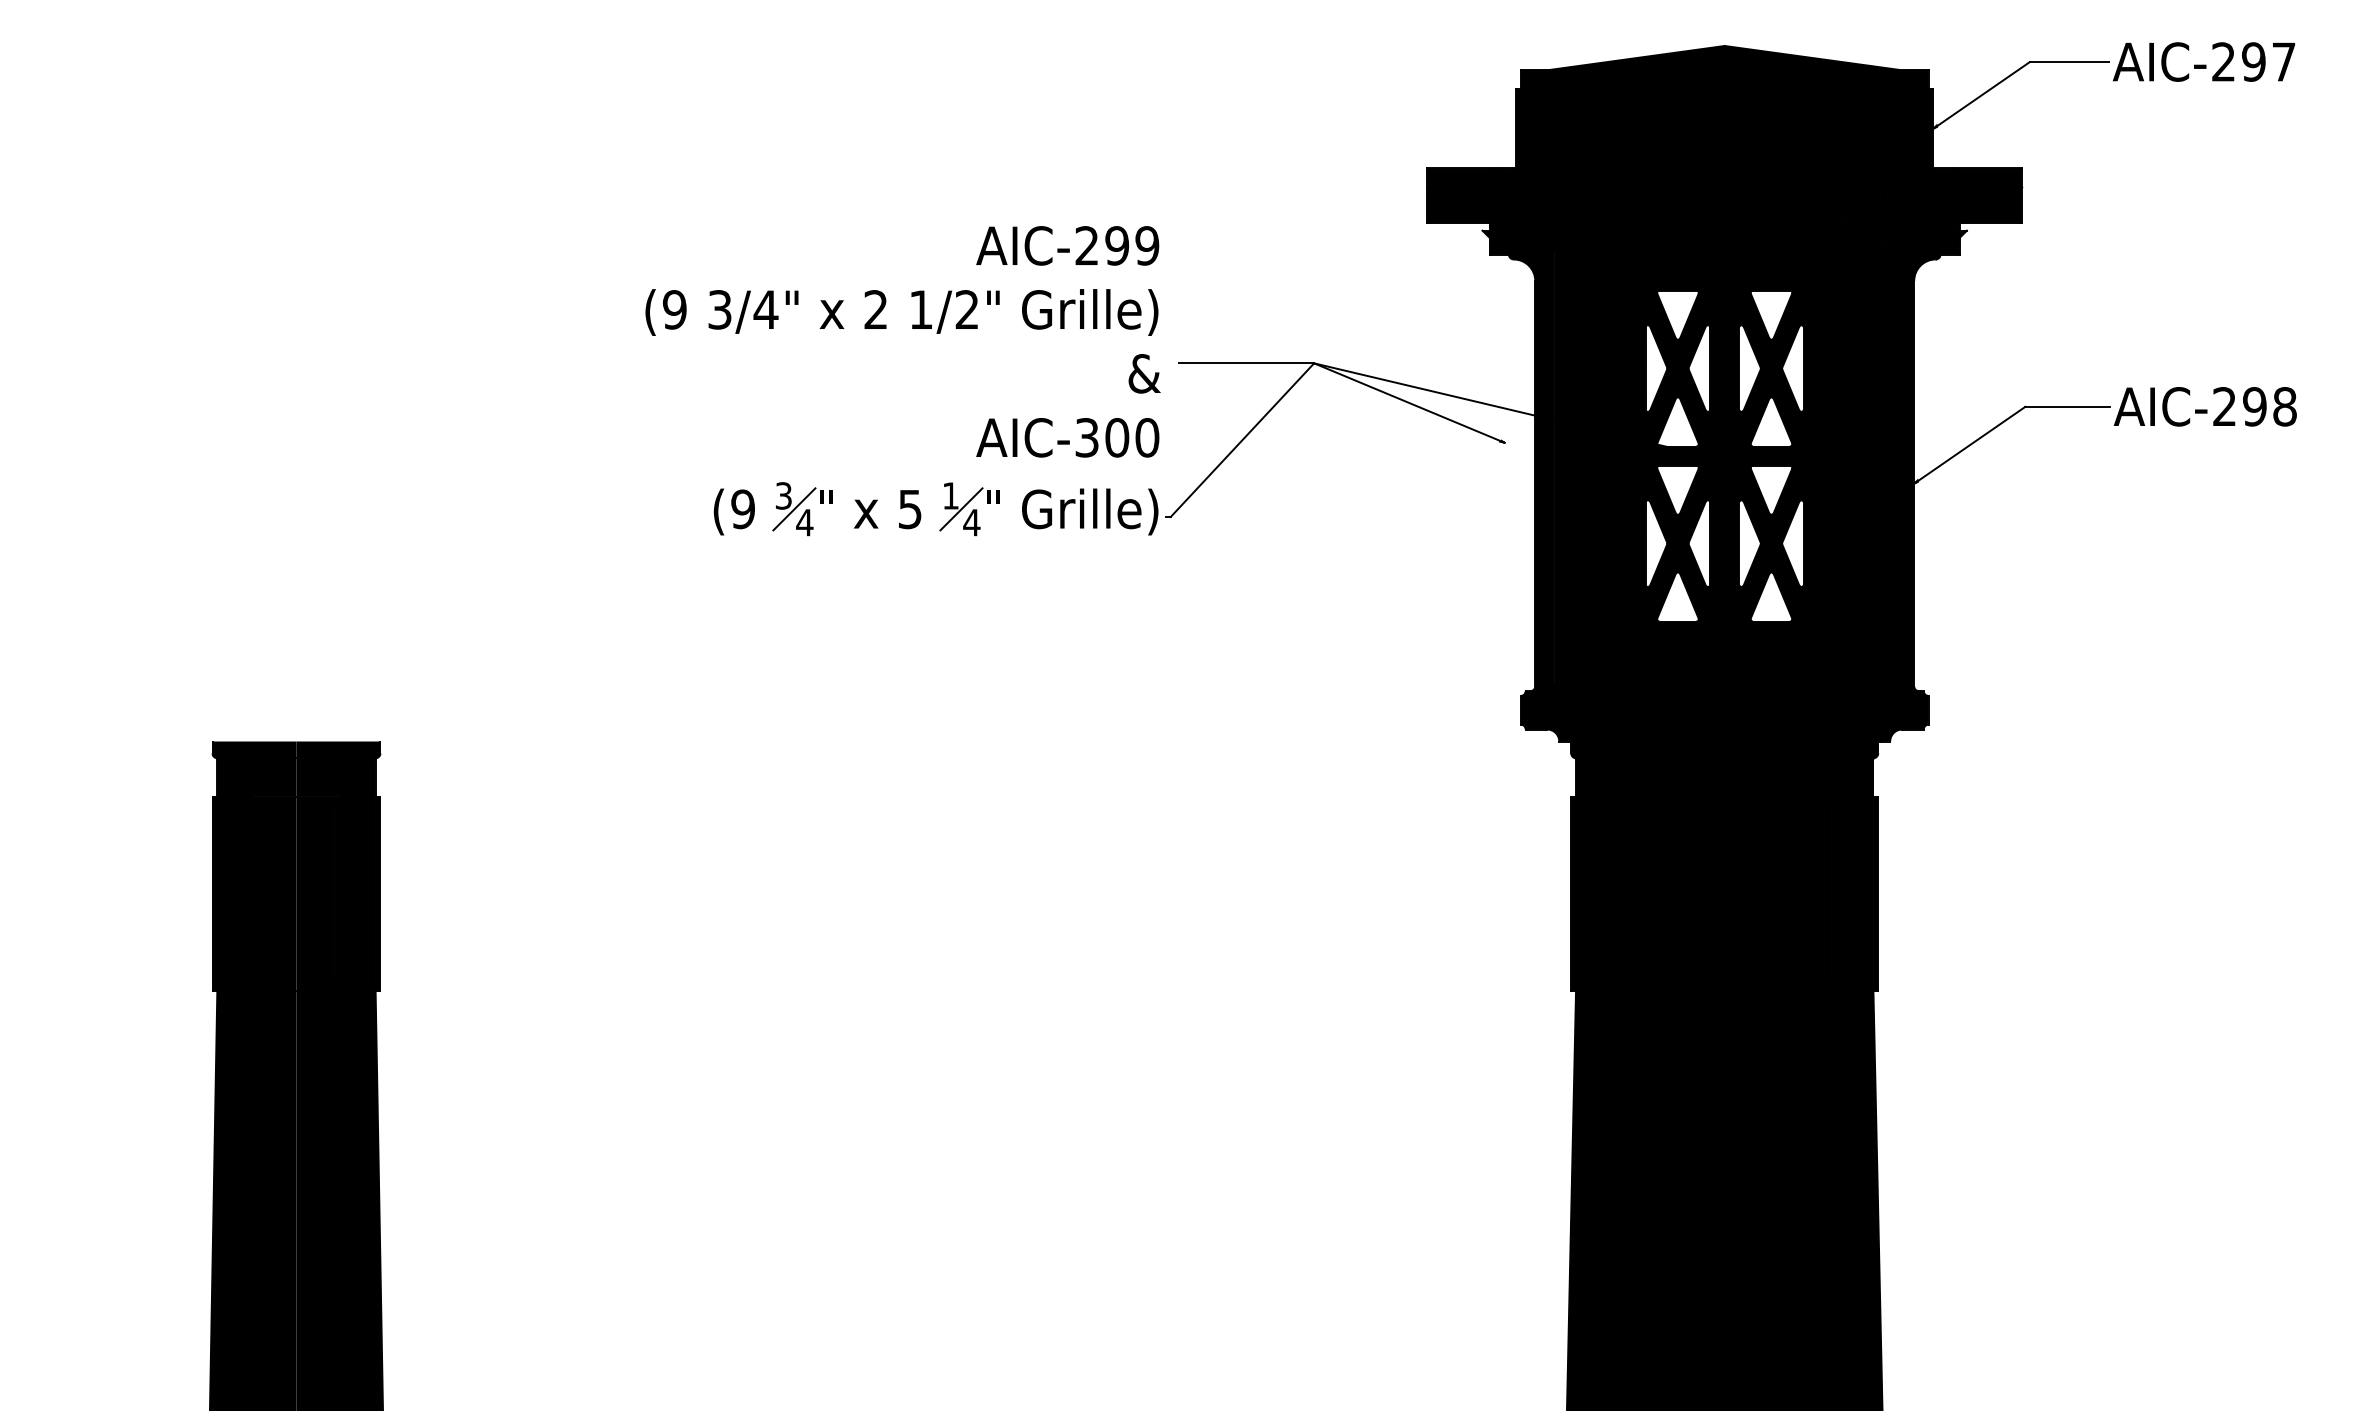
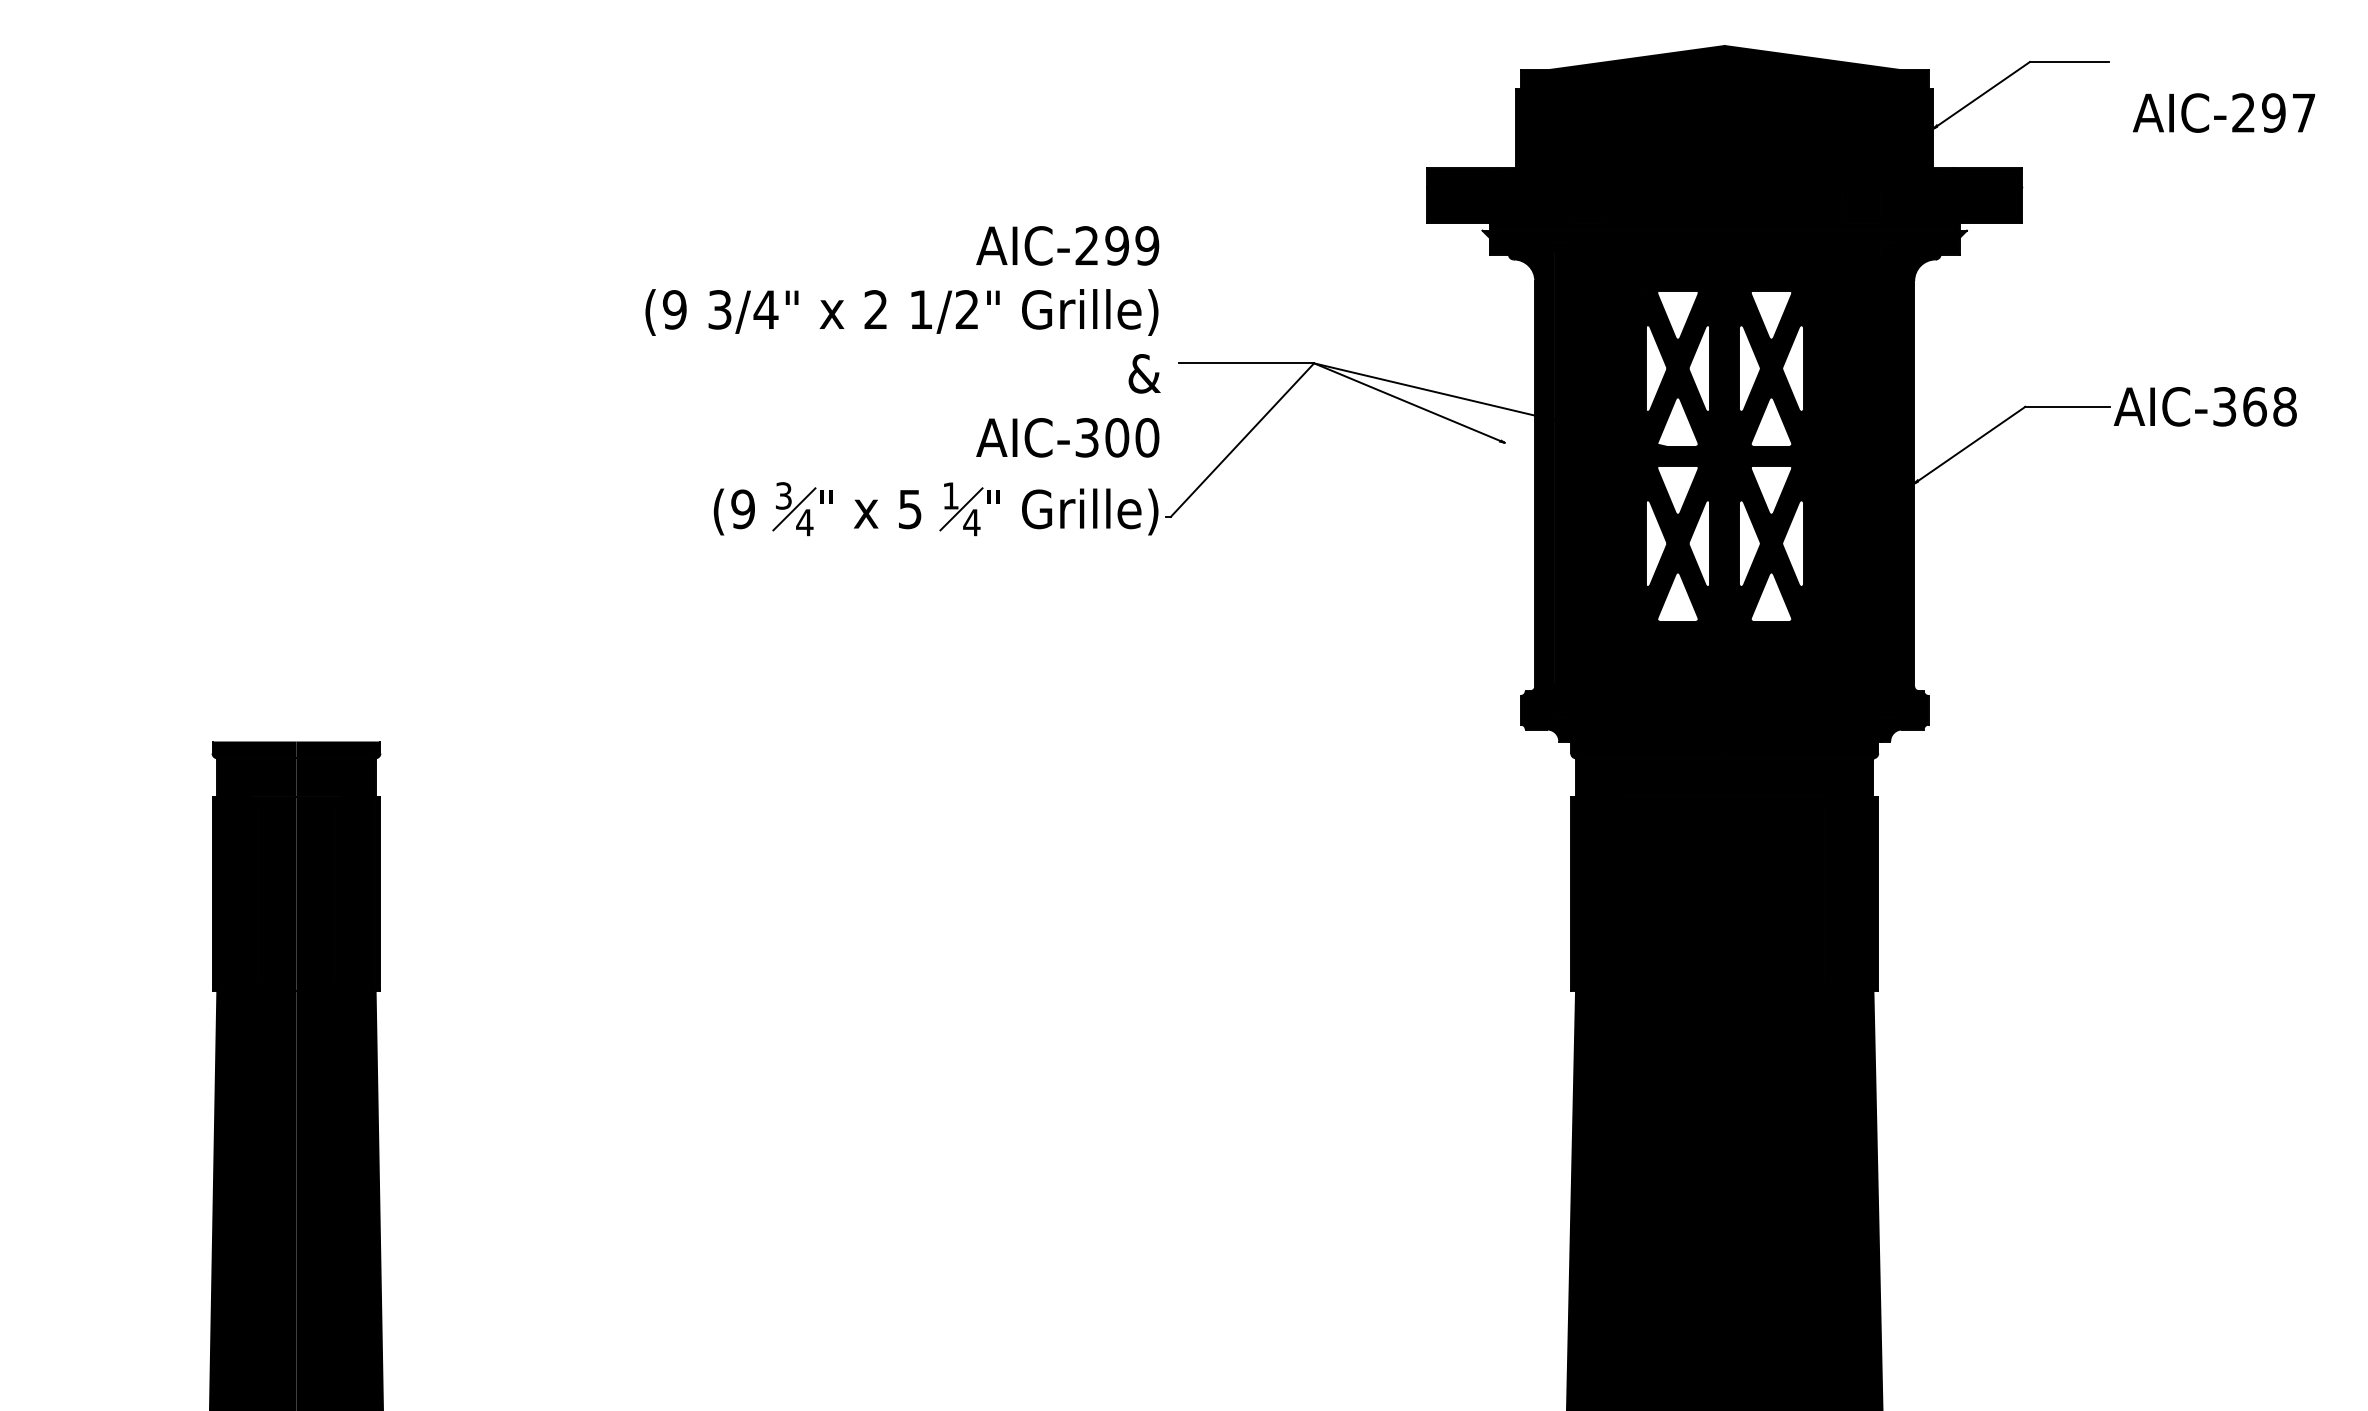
text at (2204, 61) position: (2204, 61) -> (2224, 112)
text at (2239, 406): AIC-298 -> AIC-368
